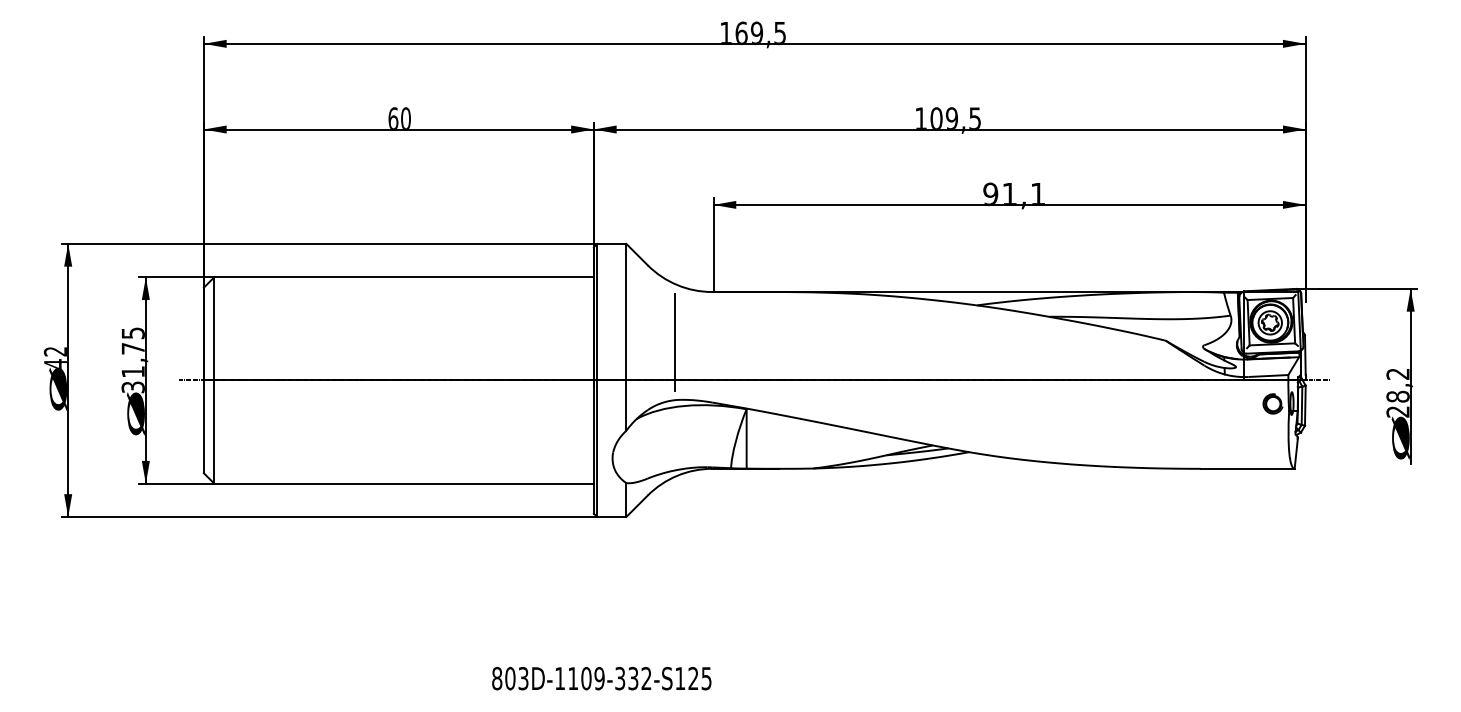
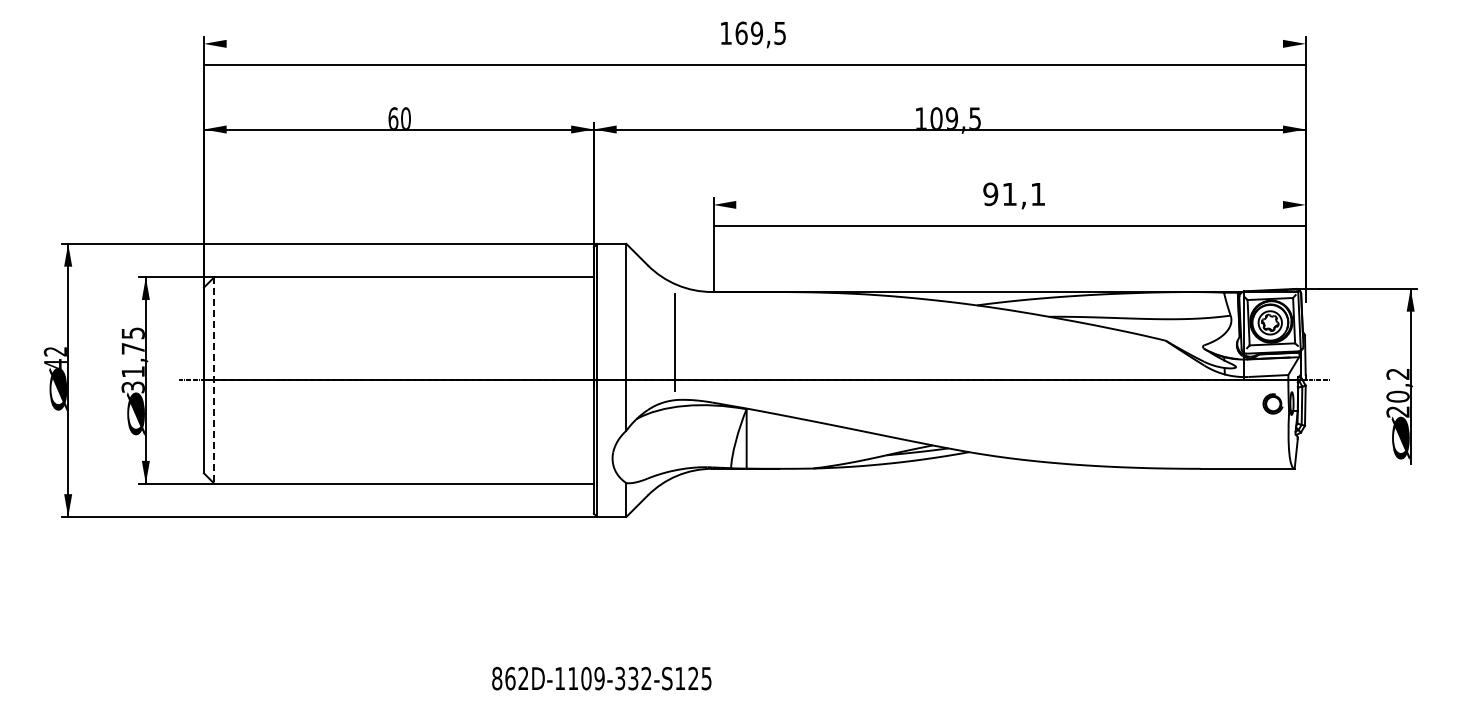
line at (754, 43) position: (754, 43) -> (754, 64)
line at (1009, 204) position: (1009, 204) -> (1009, 225)
line at (214, 380): solid -> dashed
text at (1397, 396): 28,2 -> 20,2
text at (516, 678): 803D-1109-332-S125 -> 862D-1109-332-S125
